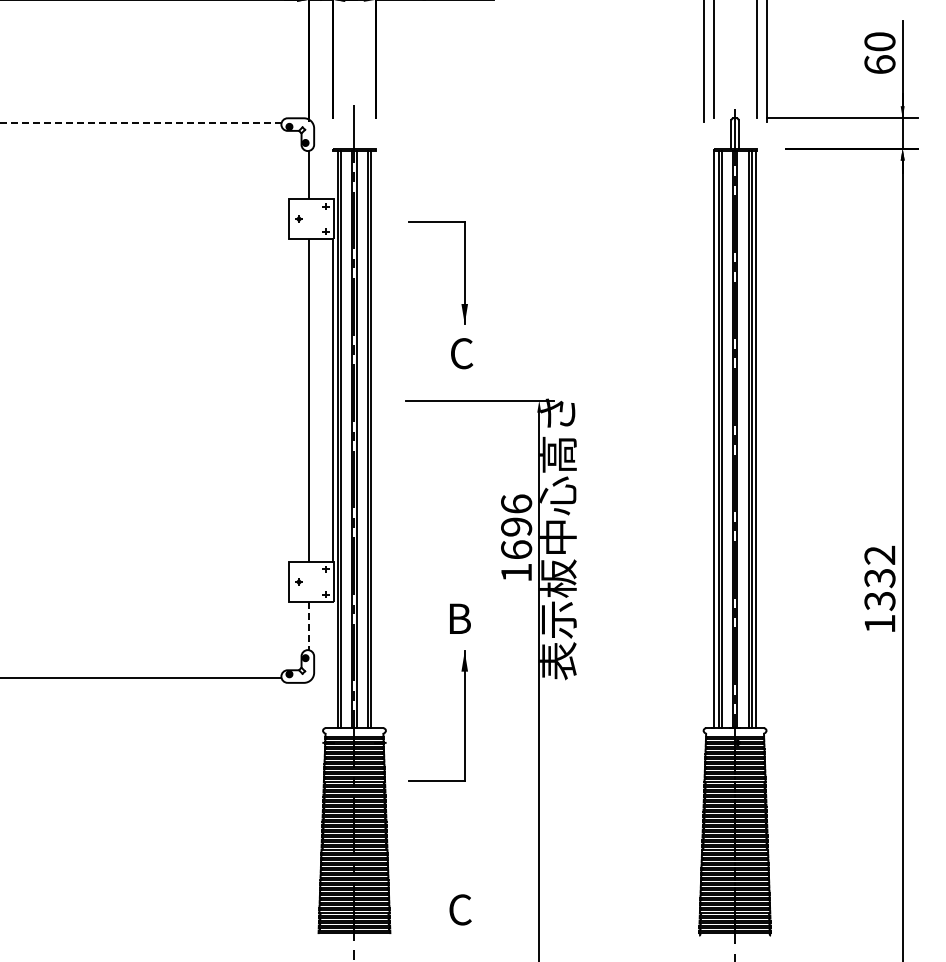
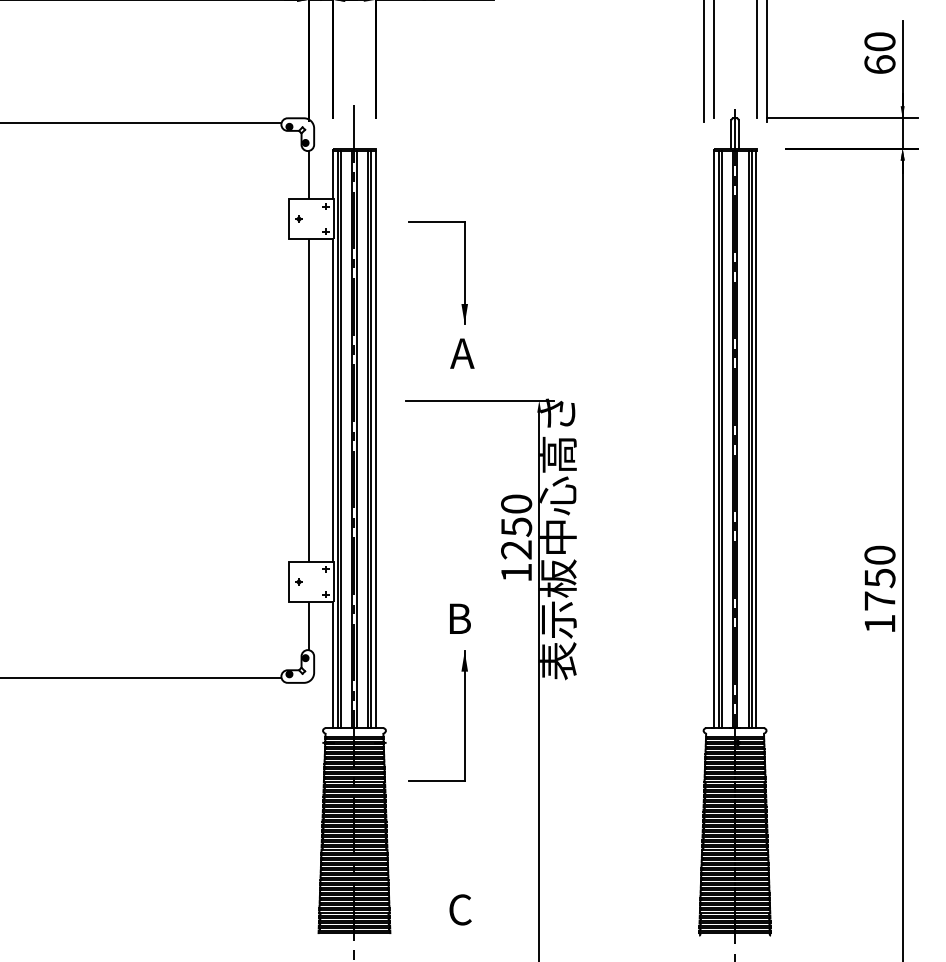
line at (140, 123): dashed -> solid
line at (333, 174): none -> present
text at (462, 353): C -> A
line at (375, 439): none -> present
text at (516, 526): 1696 -> 1250
text at (879, 578): 1332 -> 1750
line at (309, 626): dashed -> solid
line at (333, 665): none -> present
